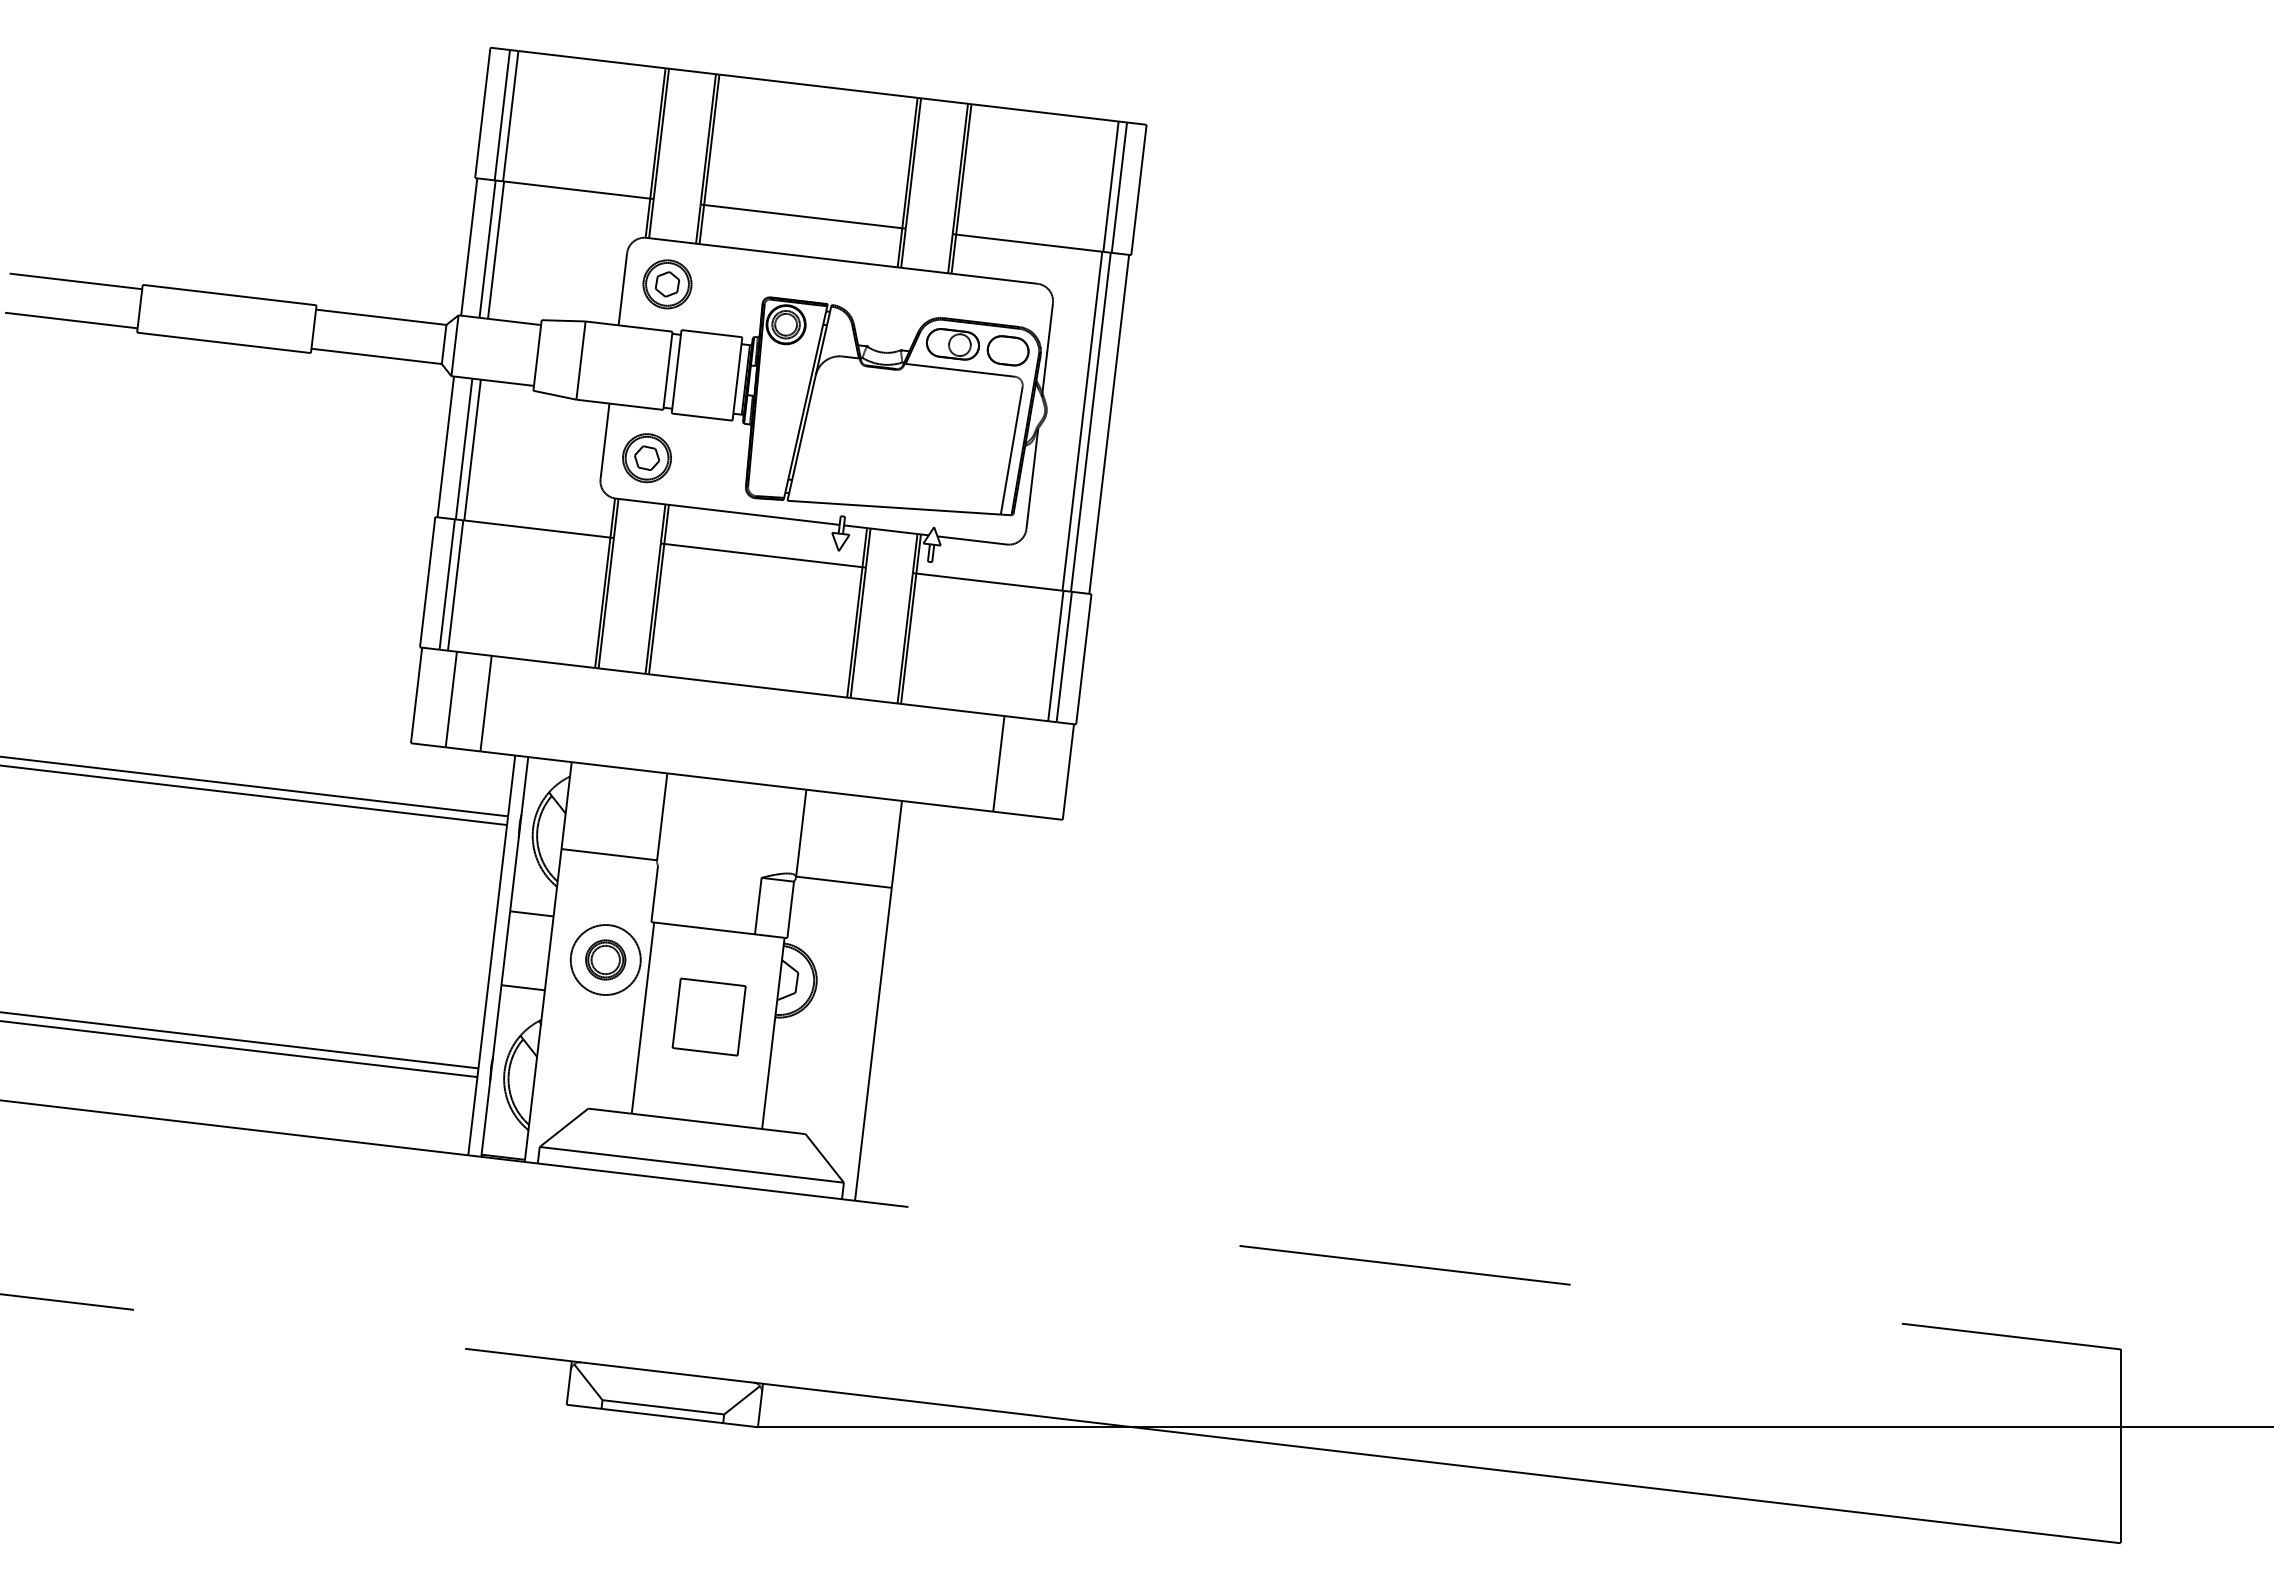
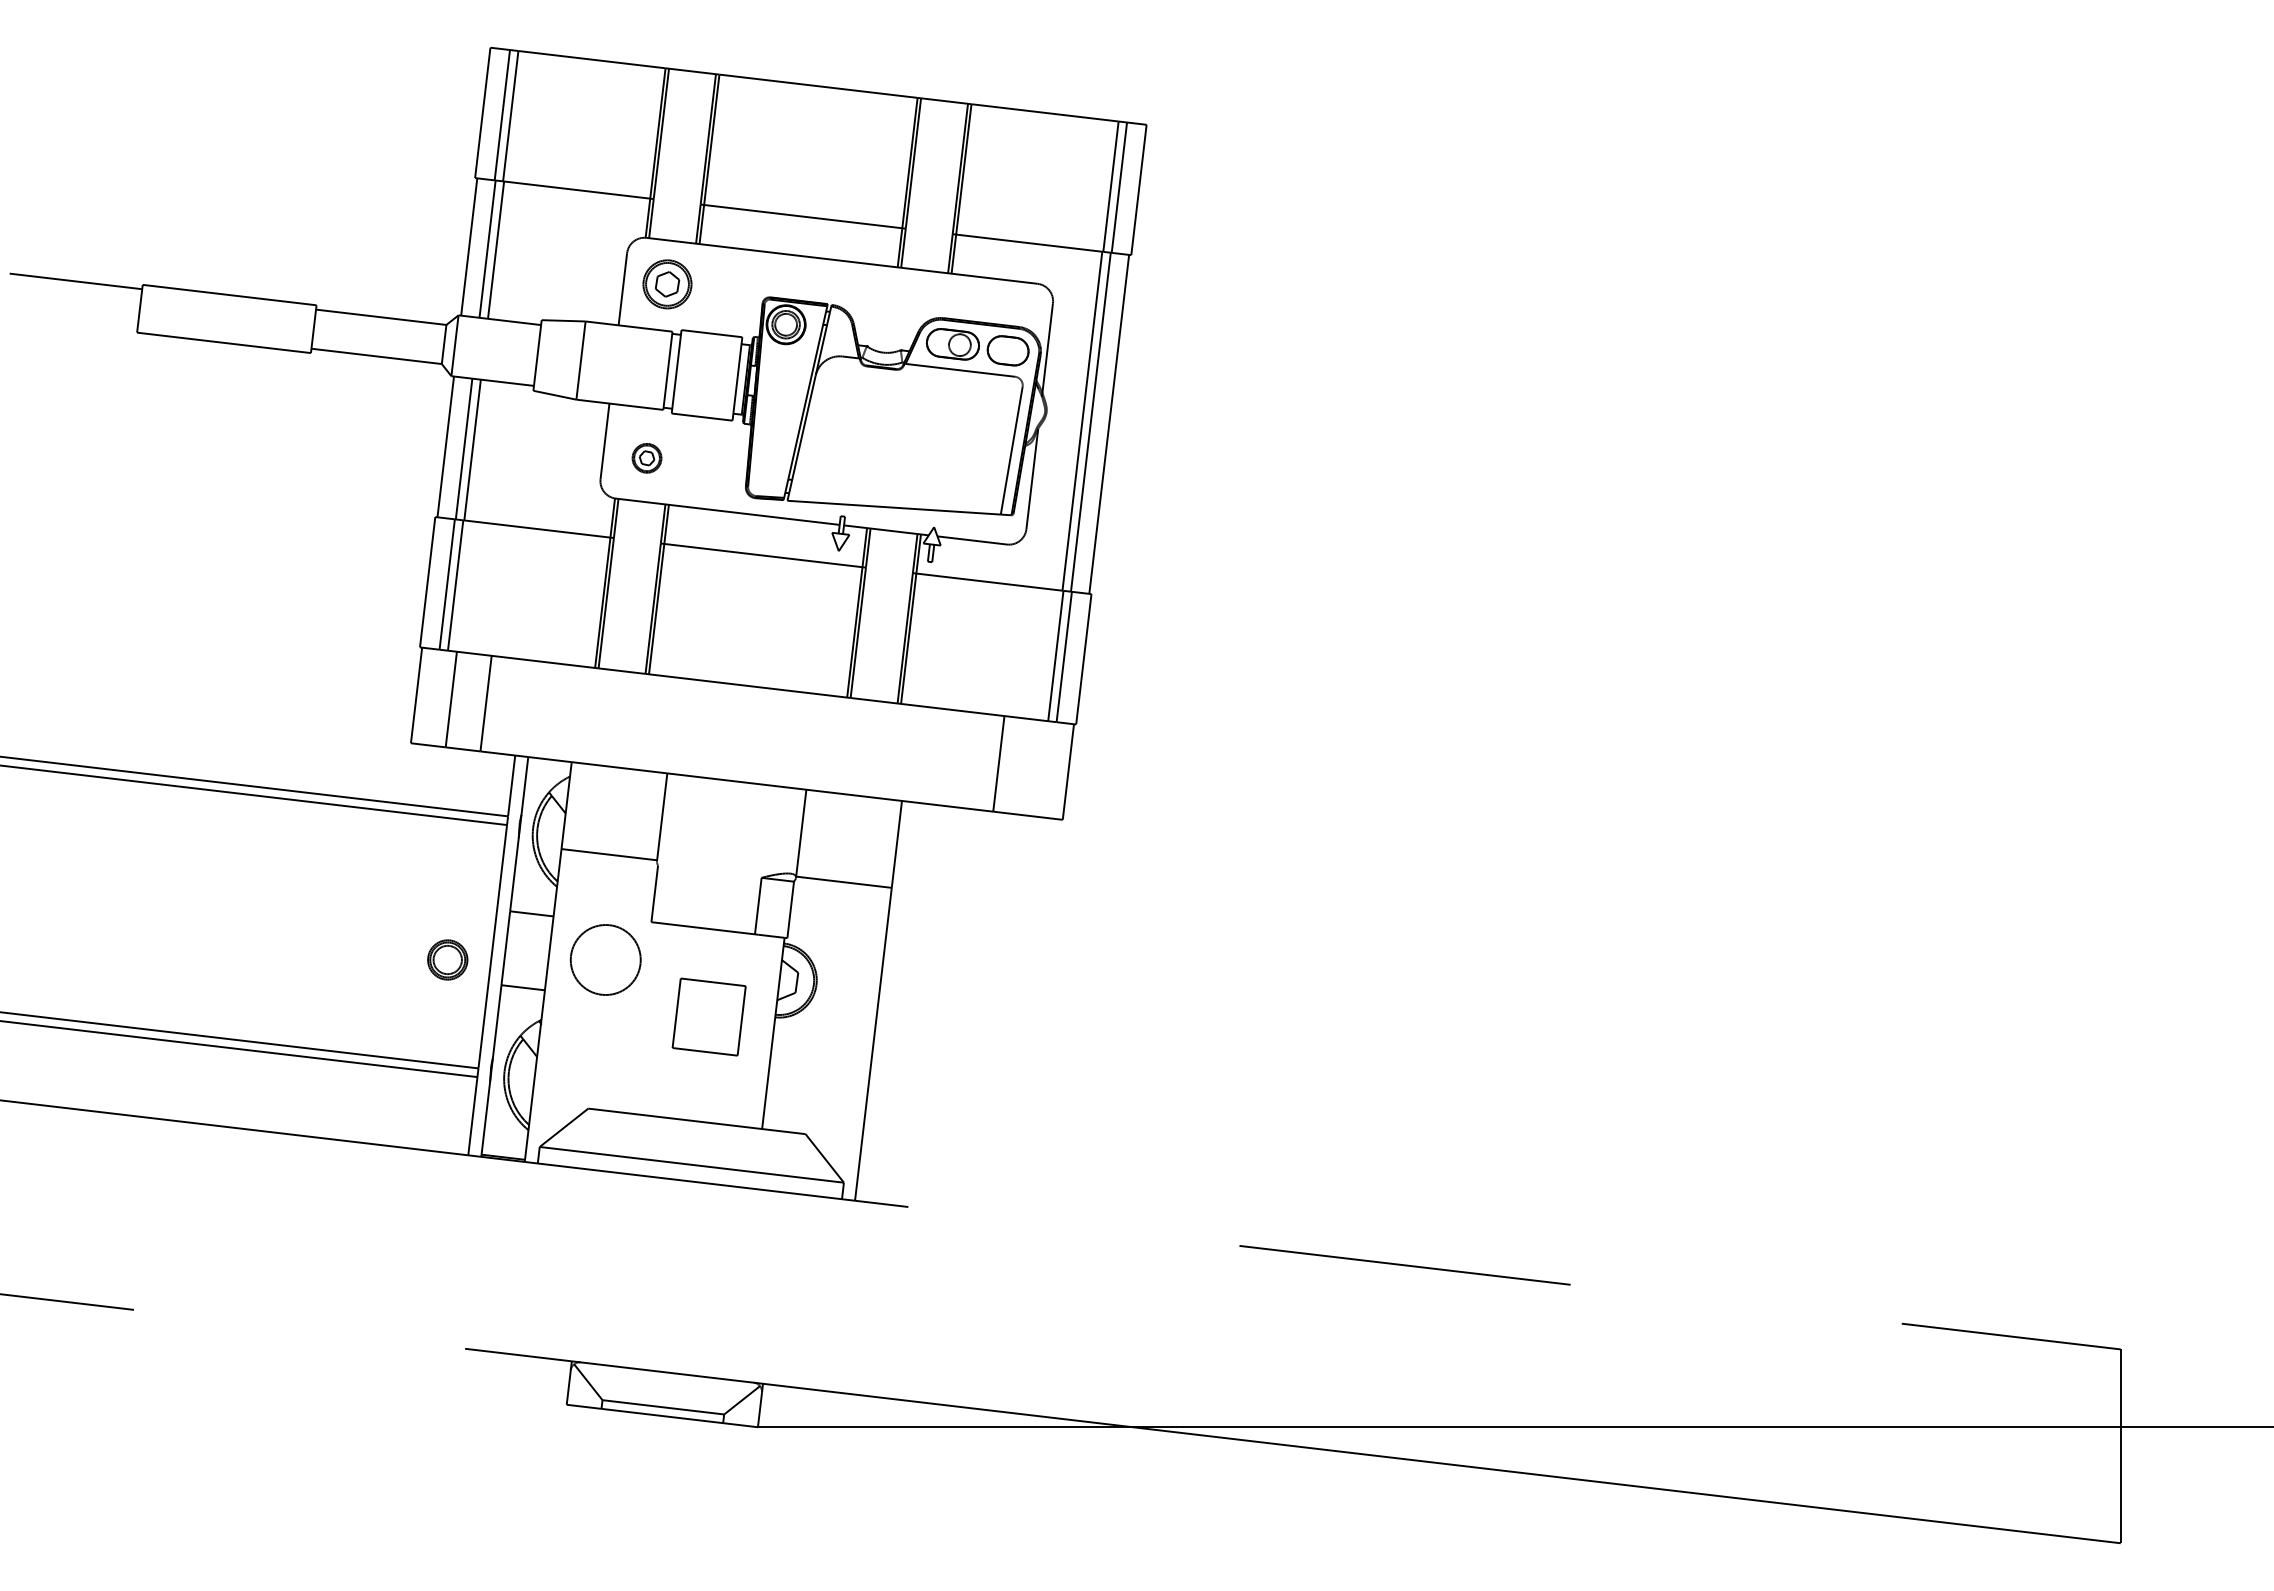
line at (71, 320): present -> none
part at (646, 458) size: 50x51 px -> 32x31 px
part at (605, 959) position: (605, 959) -> (447, 959)
line at (642, 1017): present -> none
